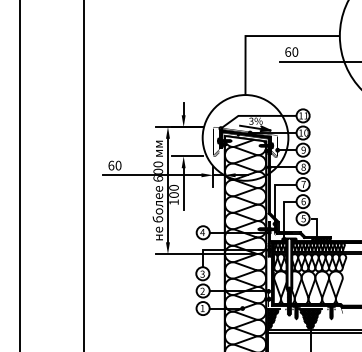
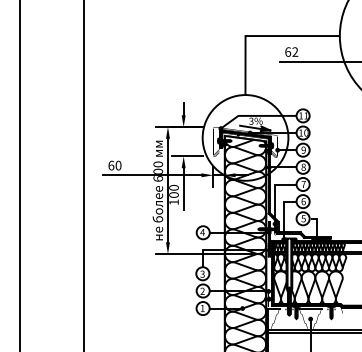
text at (295, 51): 60 -> 62
hatch at (273, 318): present -> none
hatch at (310, 318): present -> none
